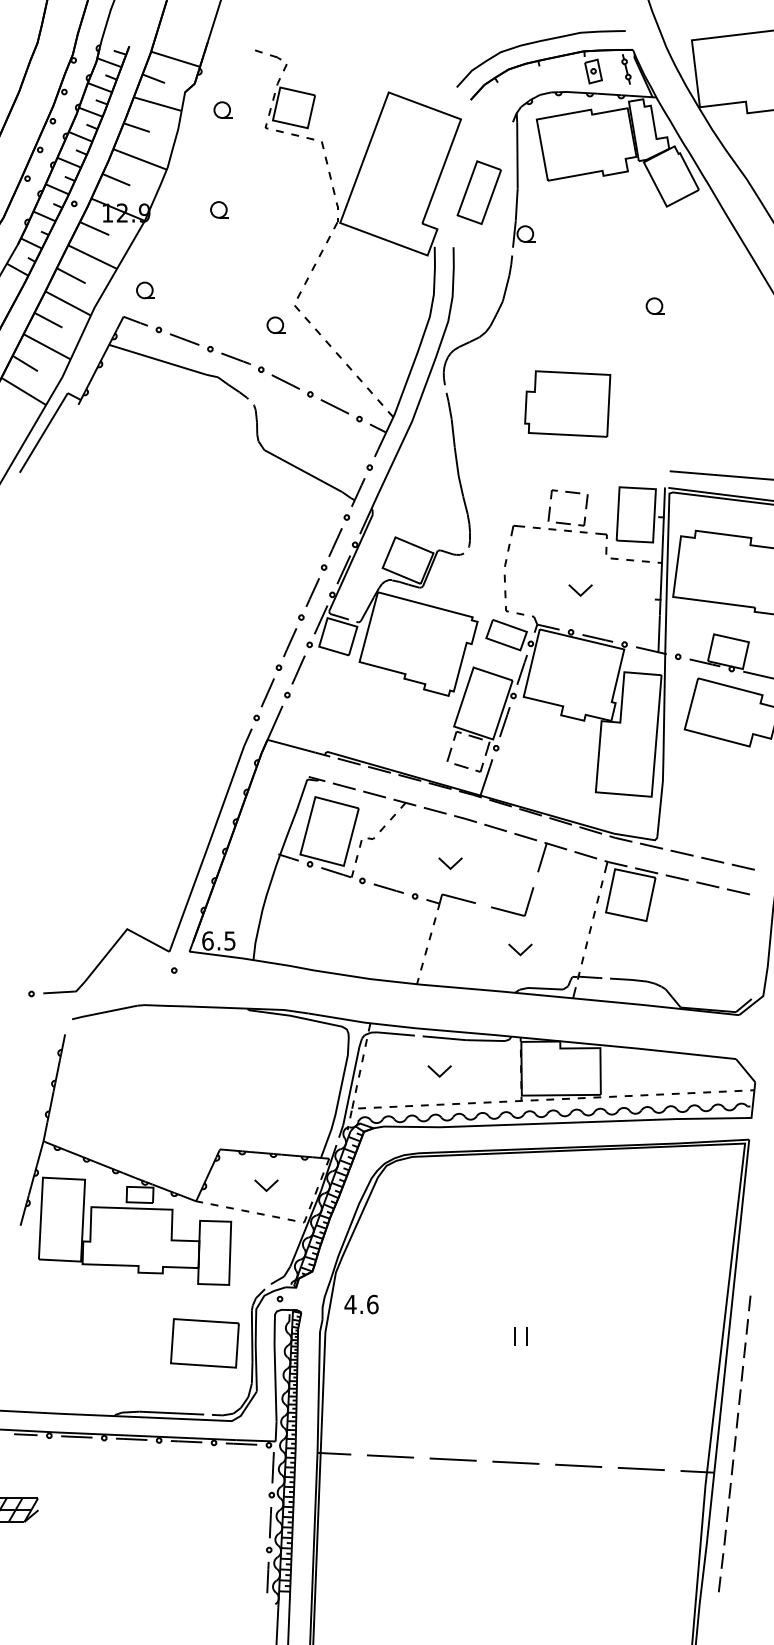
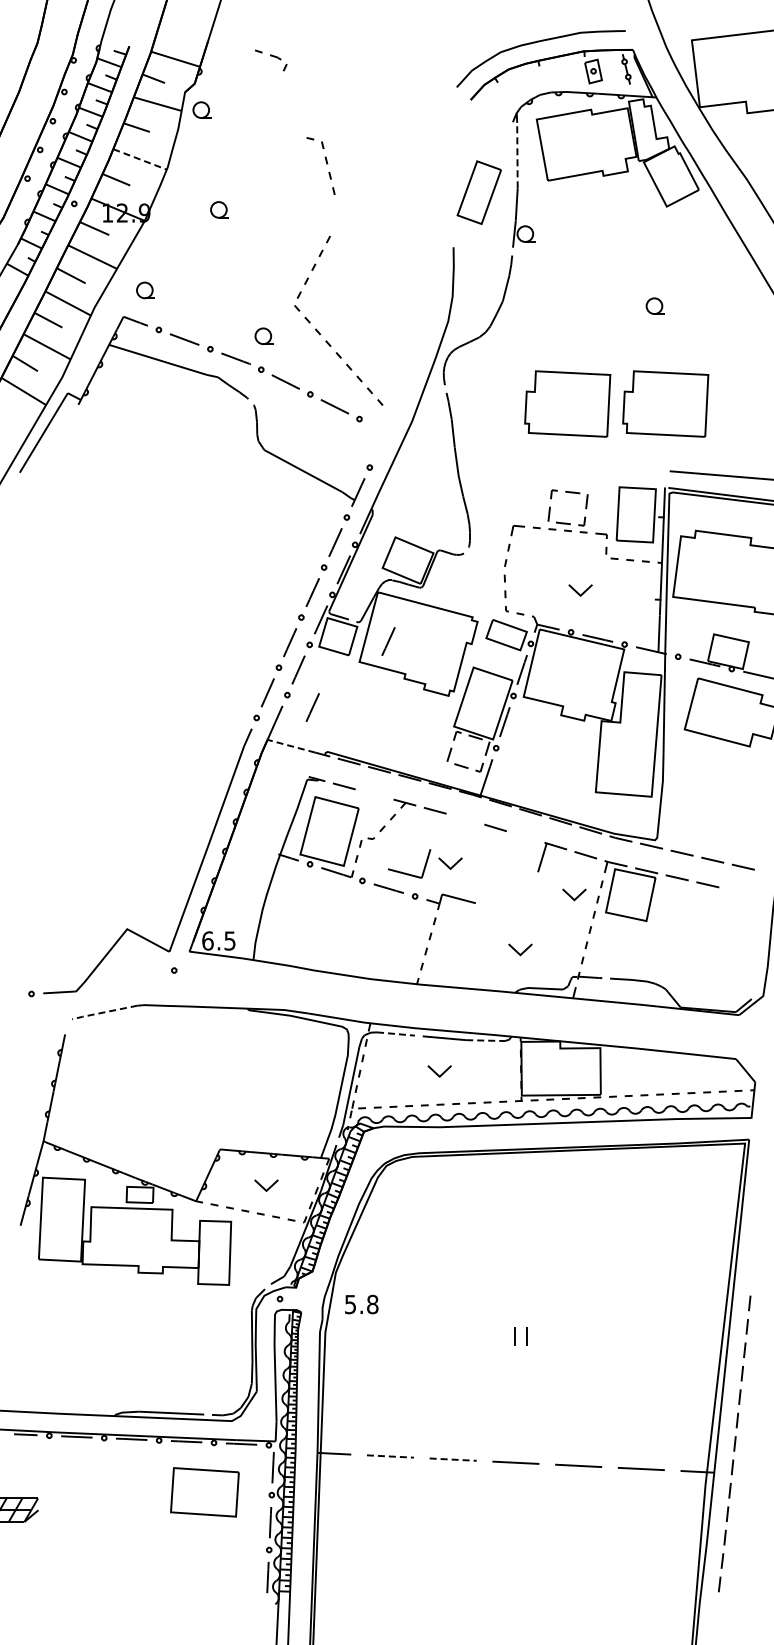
part at (289, 107): present -> none
part at (222, 109) position: (222, 109) -> (201, 109)
line at (517, 155): solid -> dashed
line at (140, 159): solid -> dashed
part at (405, 248): present -> none
part at (275, 324) position: (275, 324) -> (263, 335)
part at (665, 403): none -> present
line at (388, 641): none -> present
line at (312, 707): none -> present
line at (291, 746): solid -> dashed
line at (374, 794): present -> none
line at (465, 818): present -> none
line at (525, 837): present -> none
line at (738, 891): present -> none
part at (574, 894): none -> present
part at (508, 910) position: (508, 910) -> (405, 872)
line at (103, 1012): solid -> dashed
line at (396, 1034): solid -> dashed
line at (486, 1040): solid -> dashed
text at (361, 1304): 4.6 -> 5.8
part at (204, 1343) position: (204, 1343) -> (204, 1492)
line at (390, 1456): solid -> dashed
line at (453, 1459): solid -> dashed
